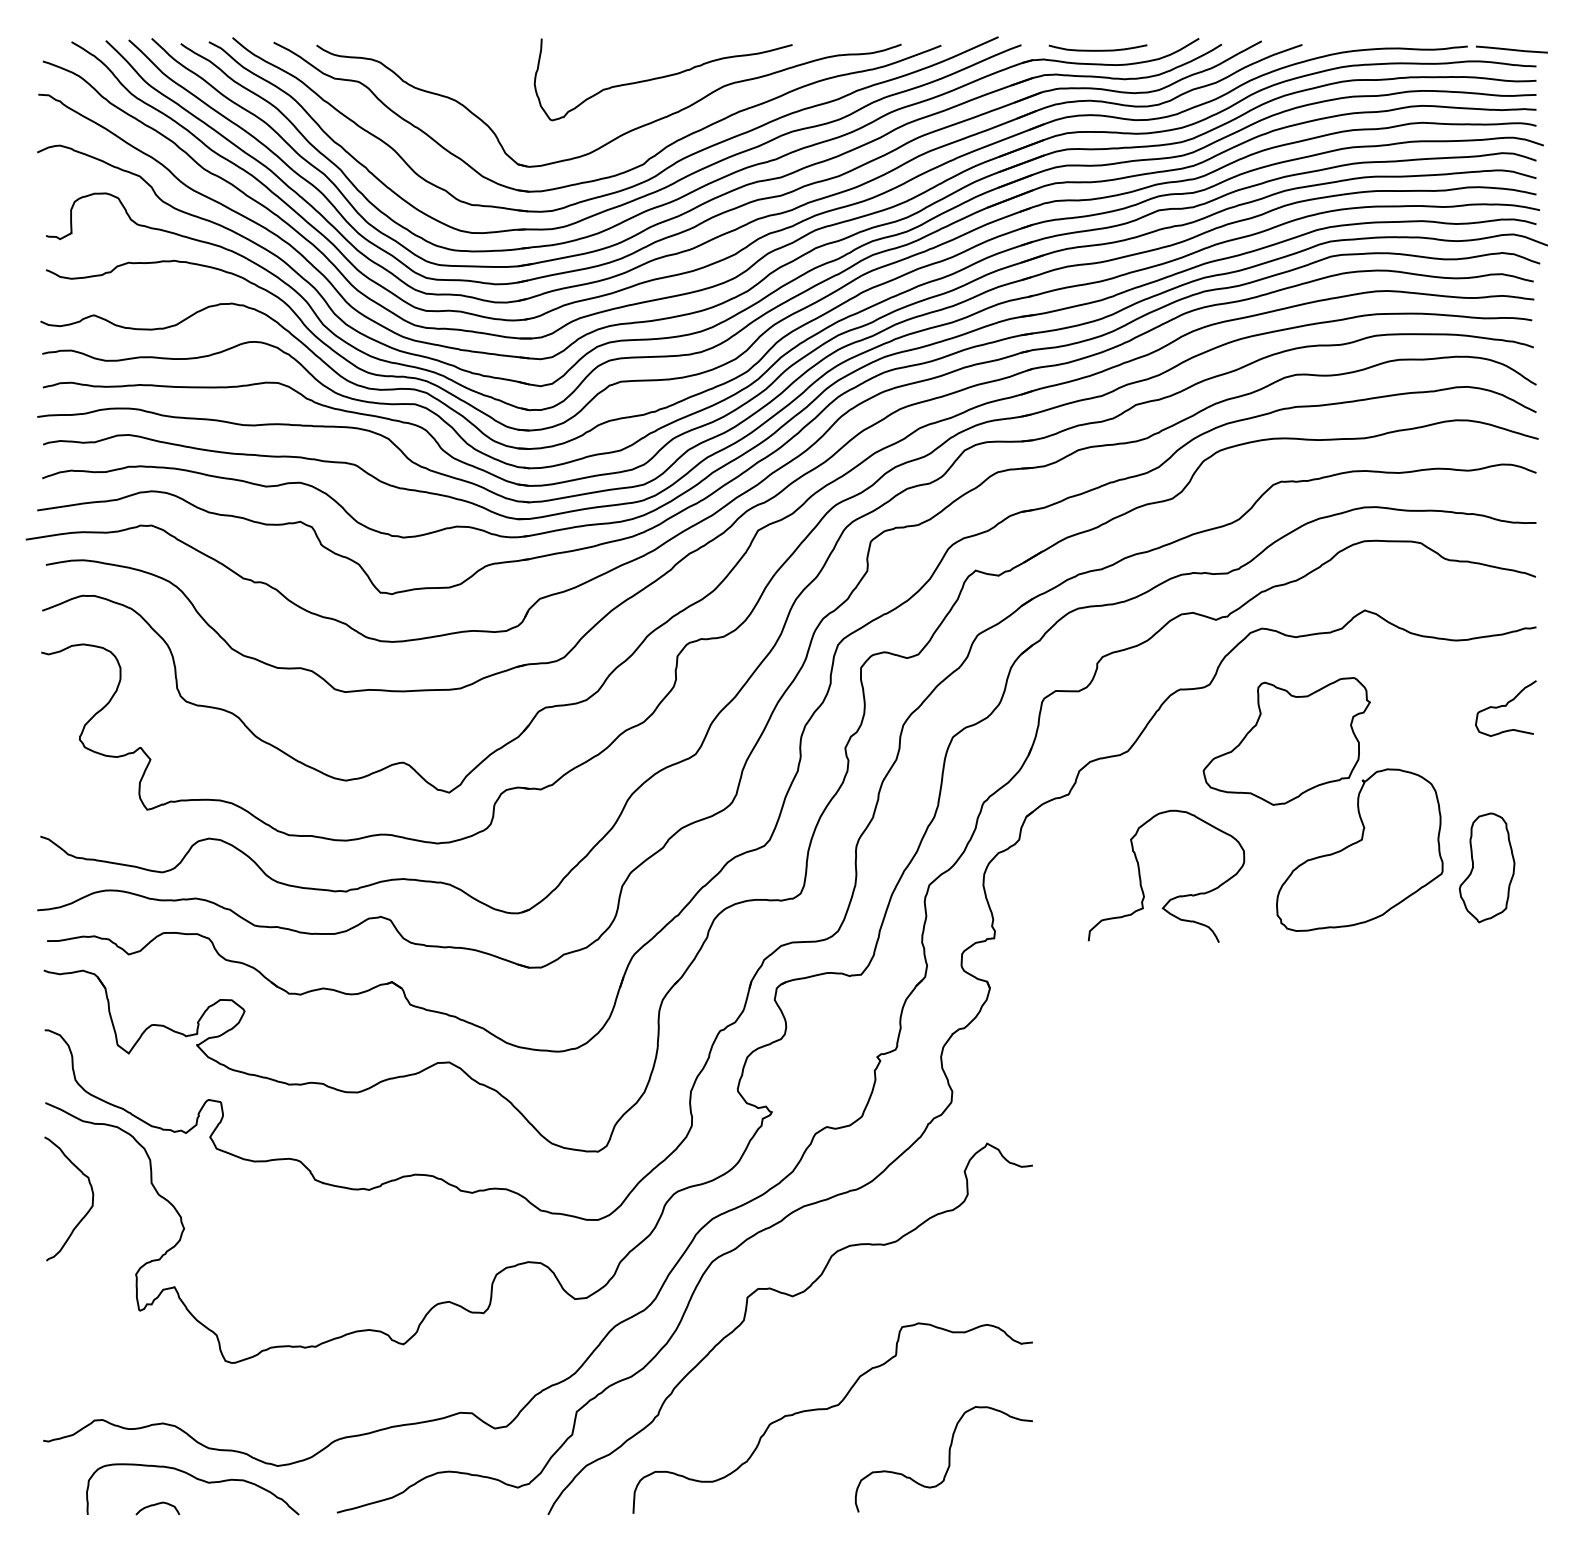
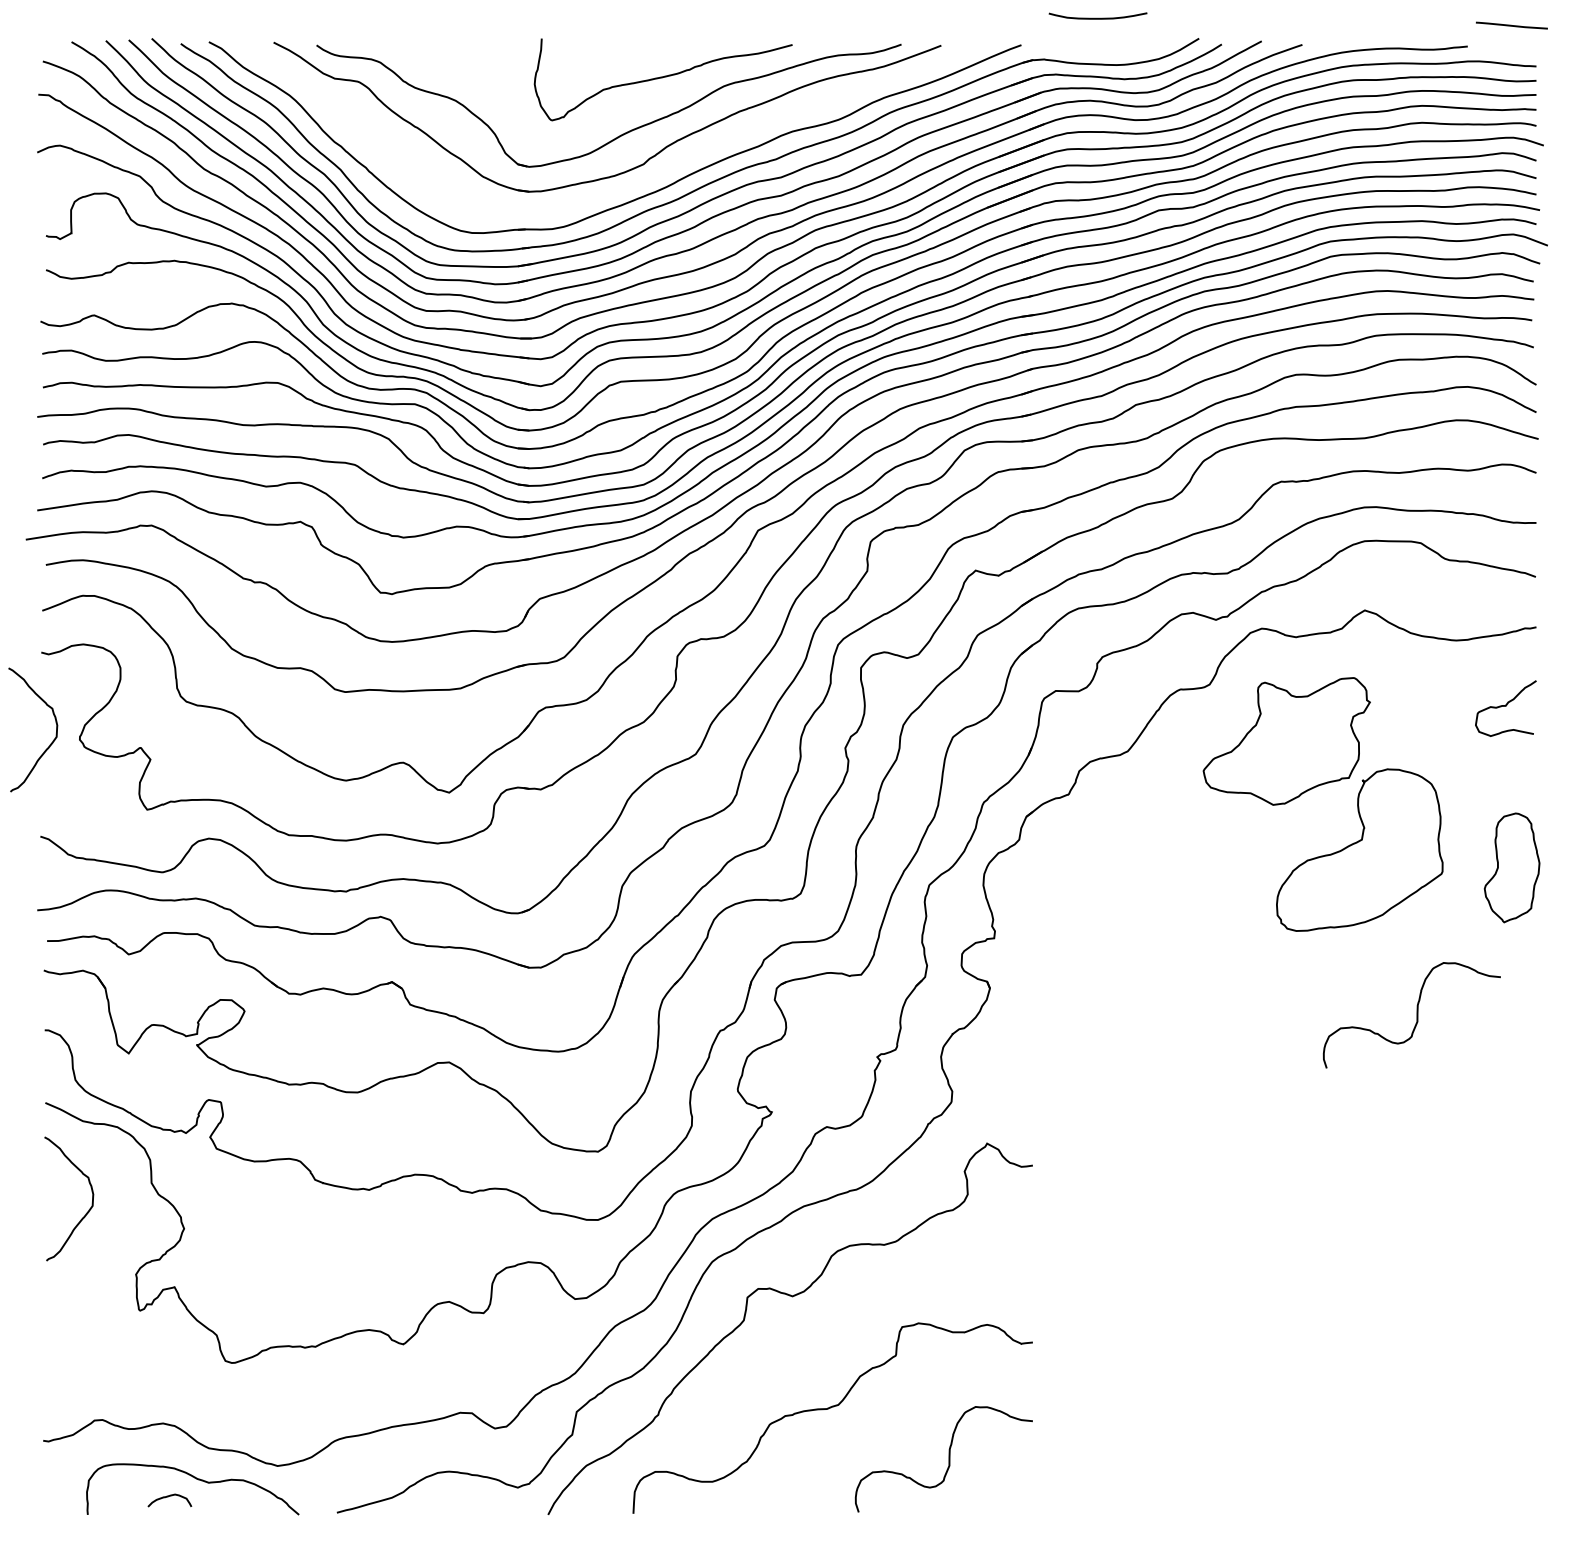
curve at (1097, 49) position: (1097, 49) -> (1097, 17)
line at (1511, 49) position: (1511, 49) -> (1511, 25)
part at (639, 182): present -> none
curve at (49, 744): none -> present
part at (1486, 867) position: (1486, 867) -> (1511, 867)
curve at (1175, 896): present -> none
curve at (1416, 1015): none -> present
curve at (156, 1505) position: (156, 1505) -> (168, 1497)
